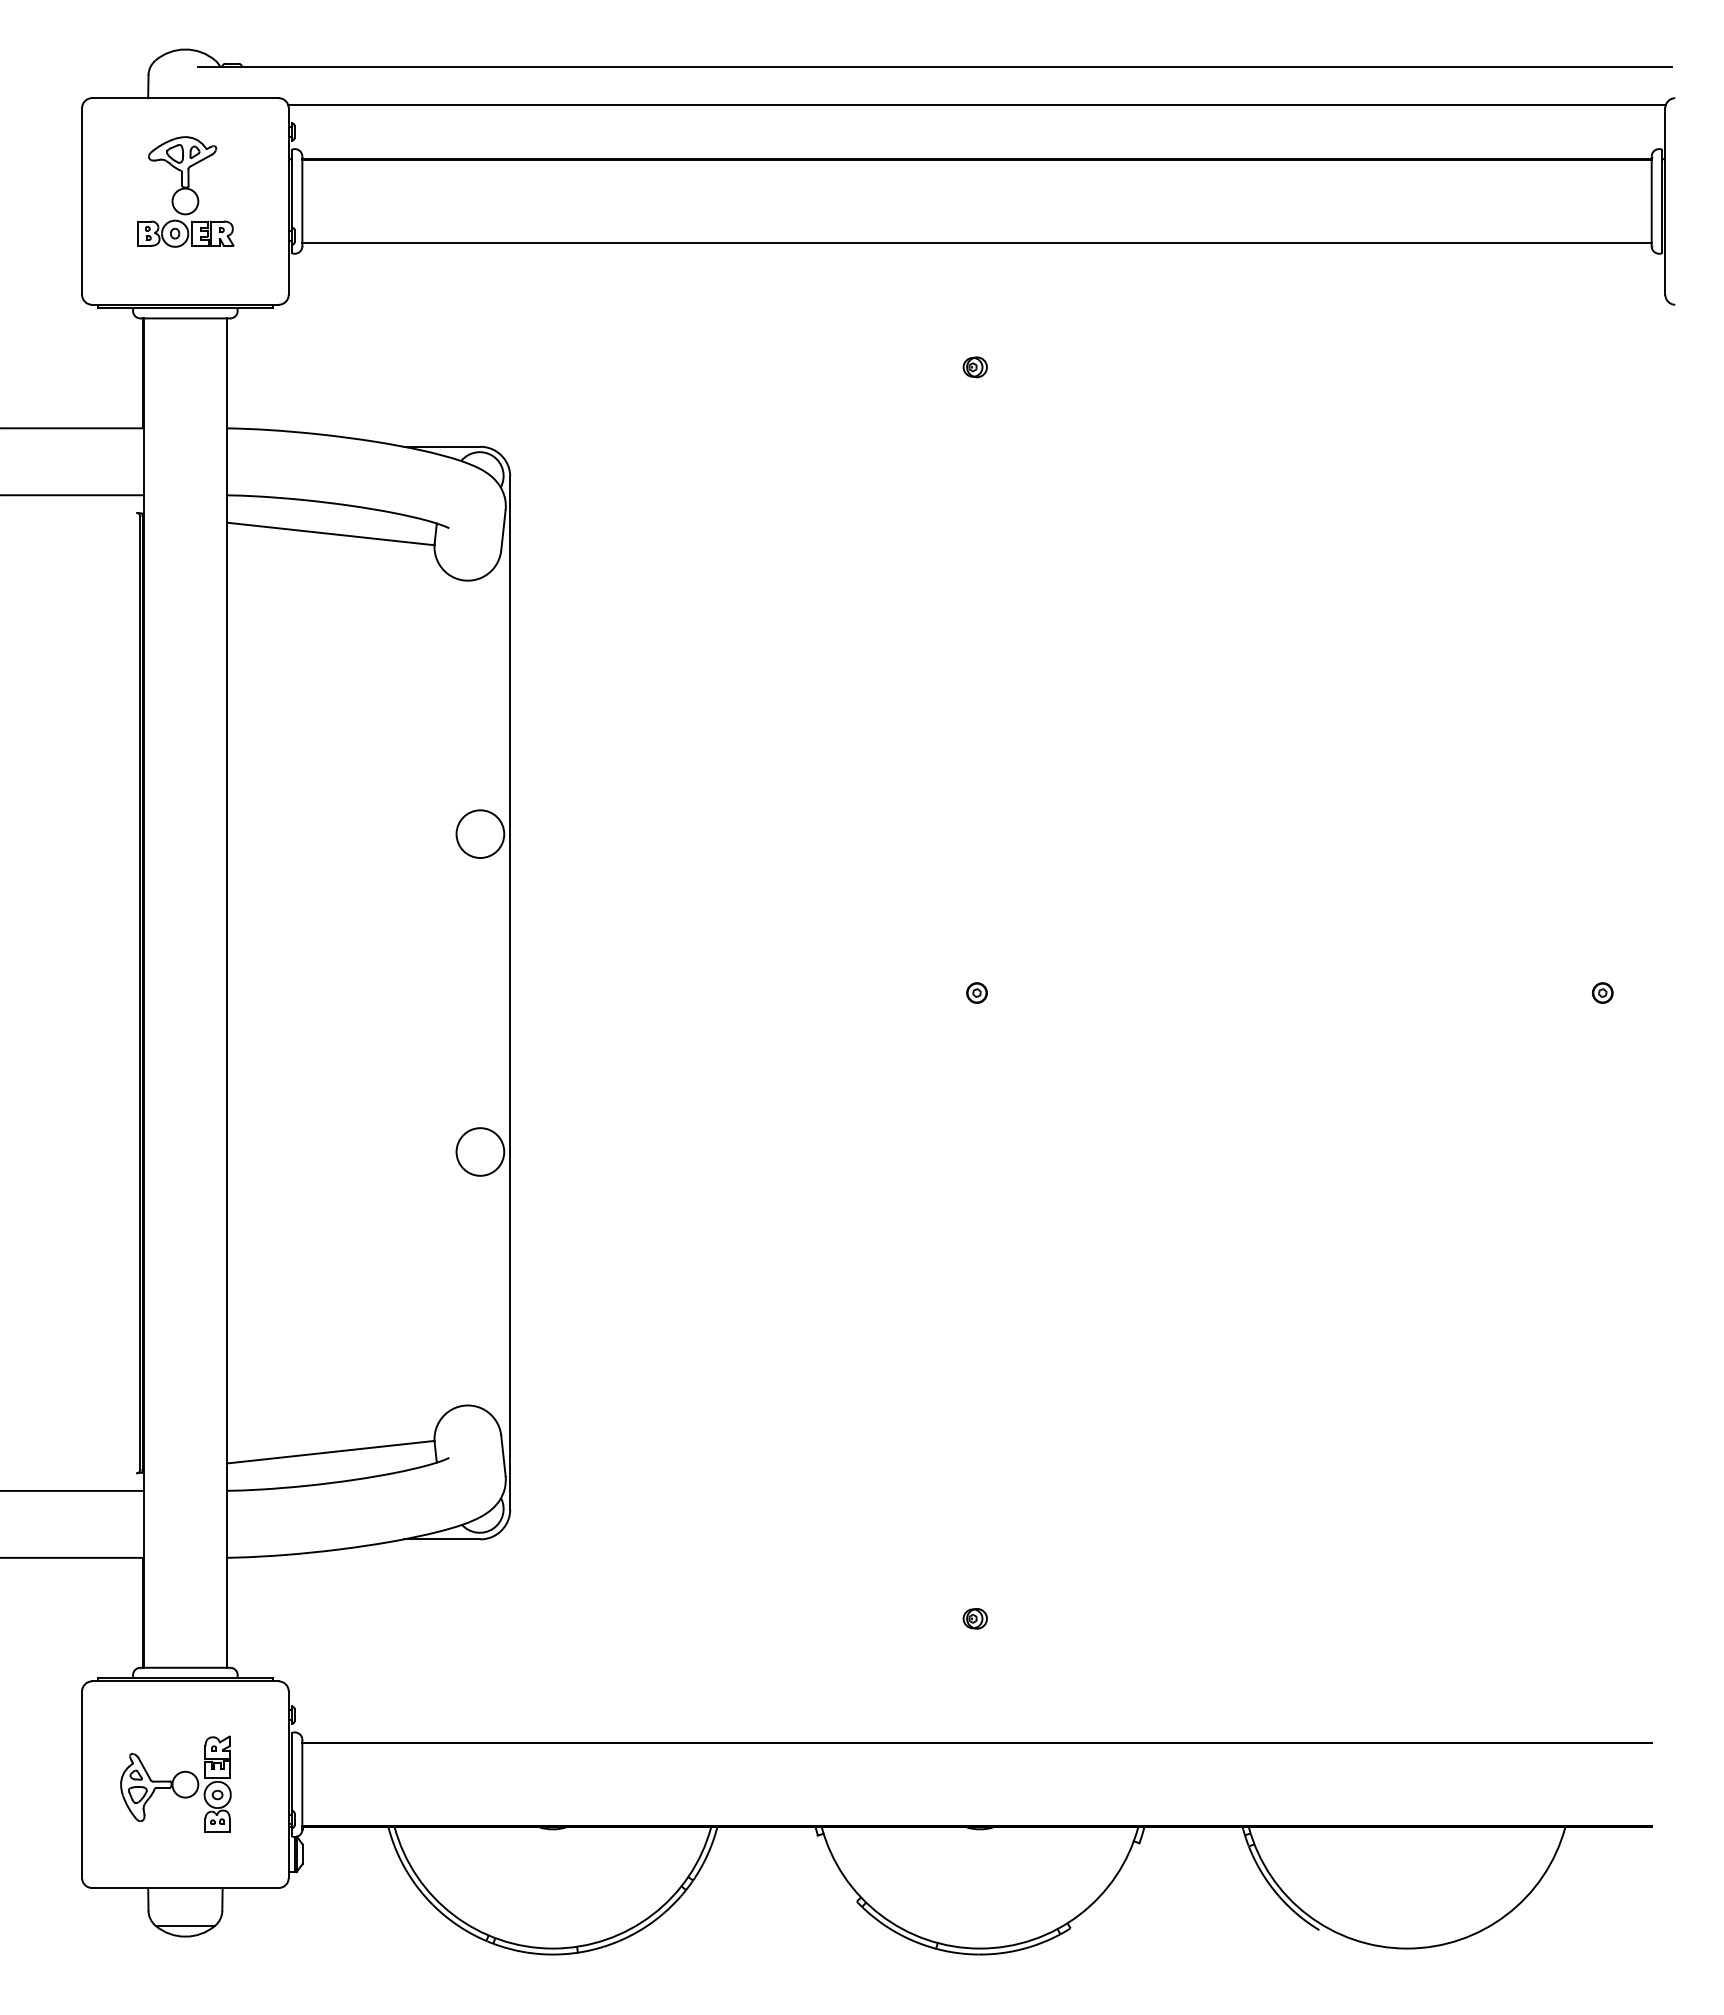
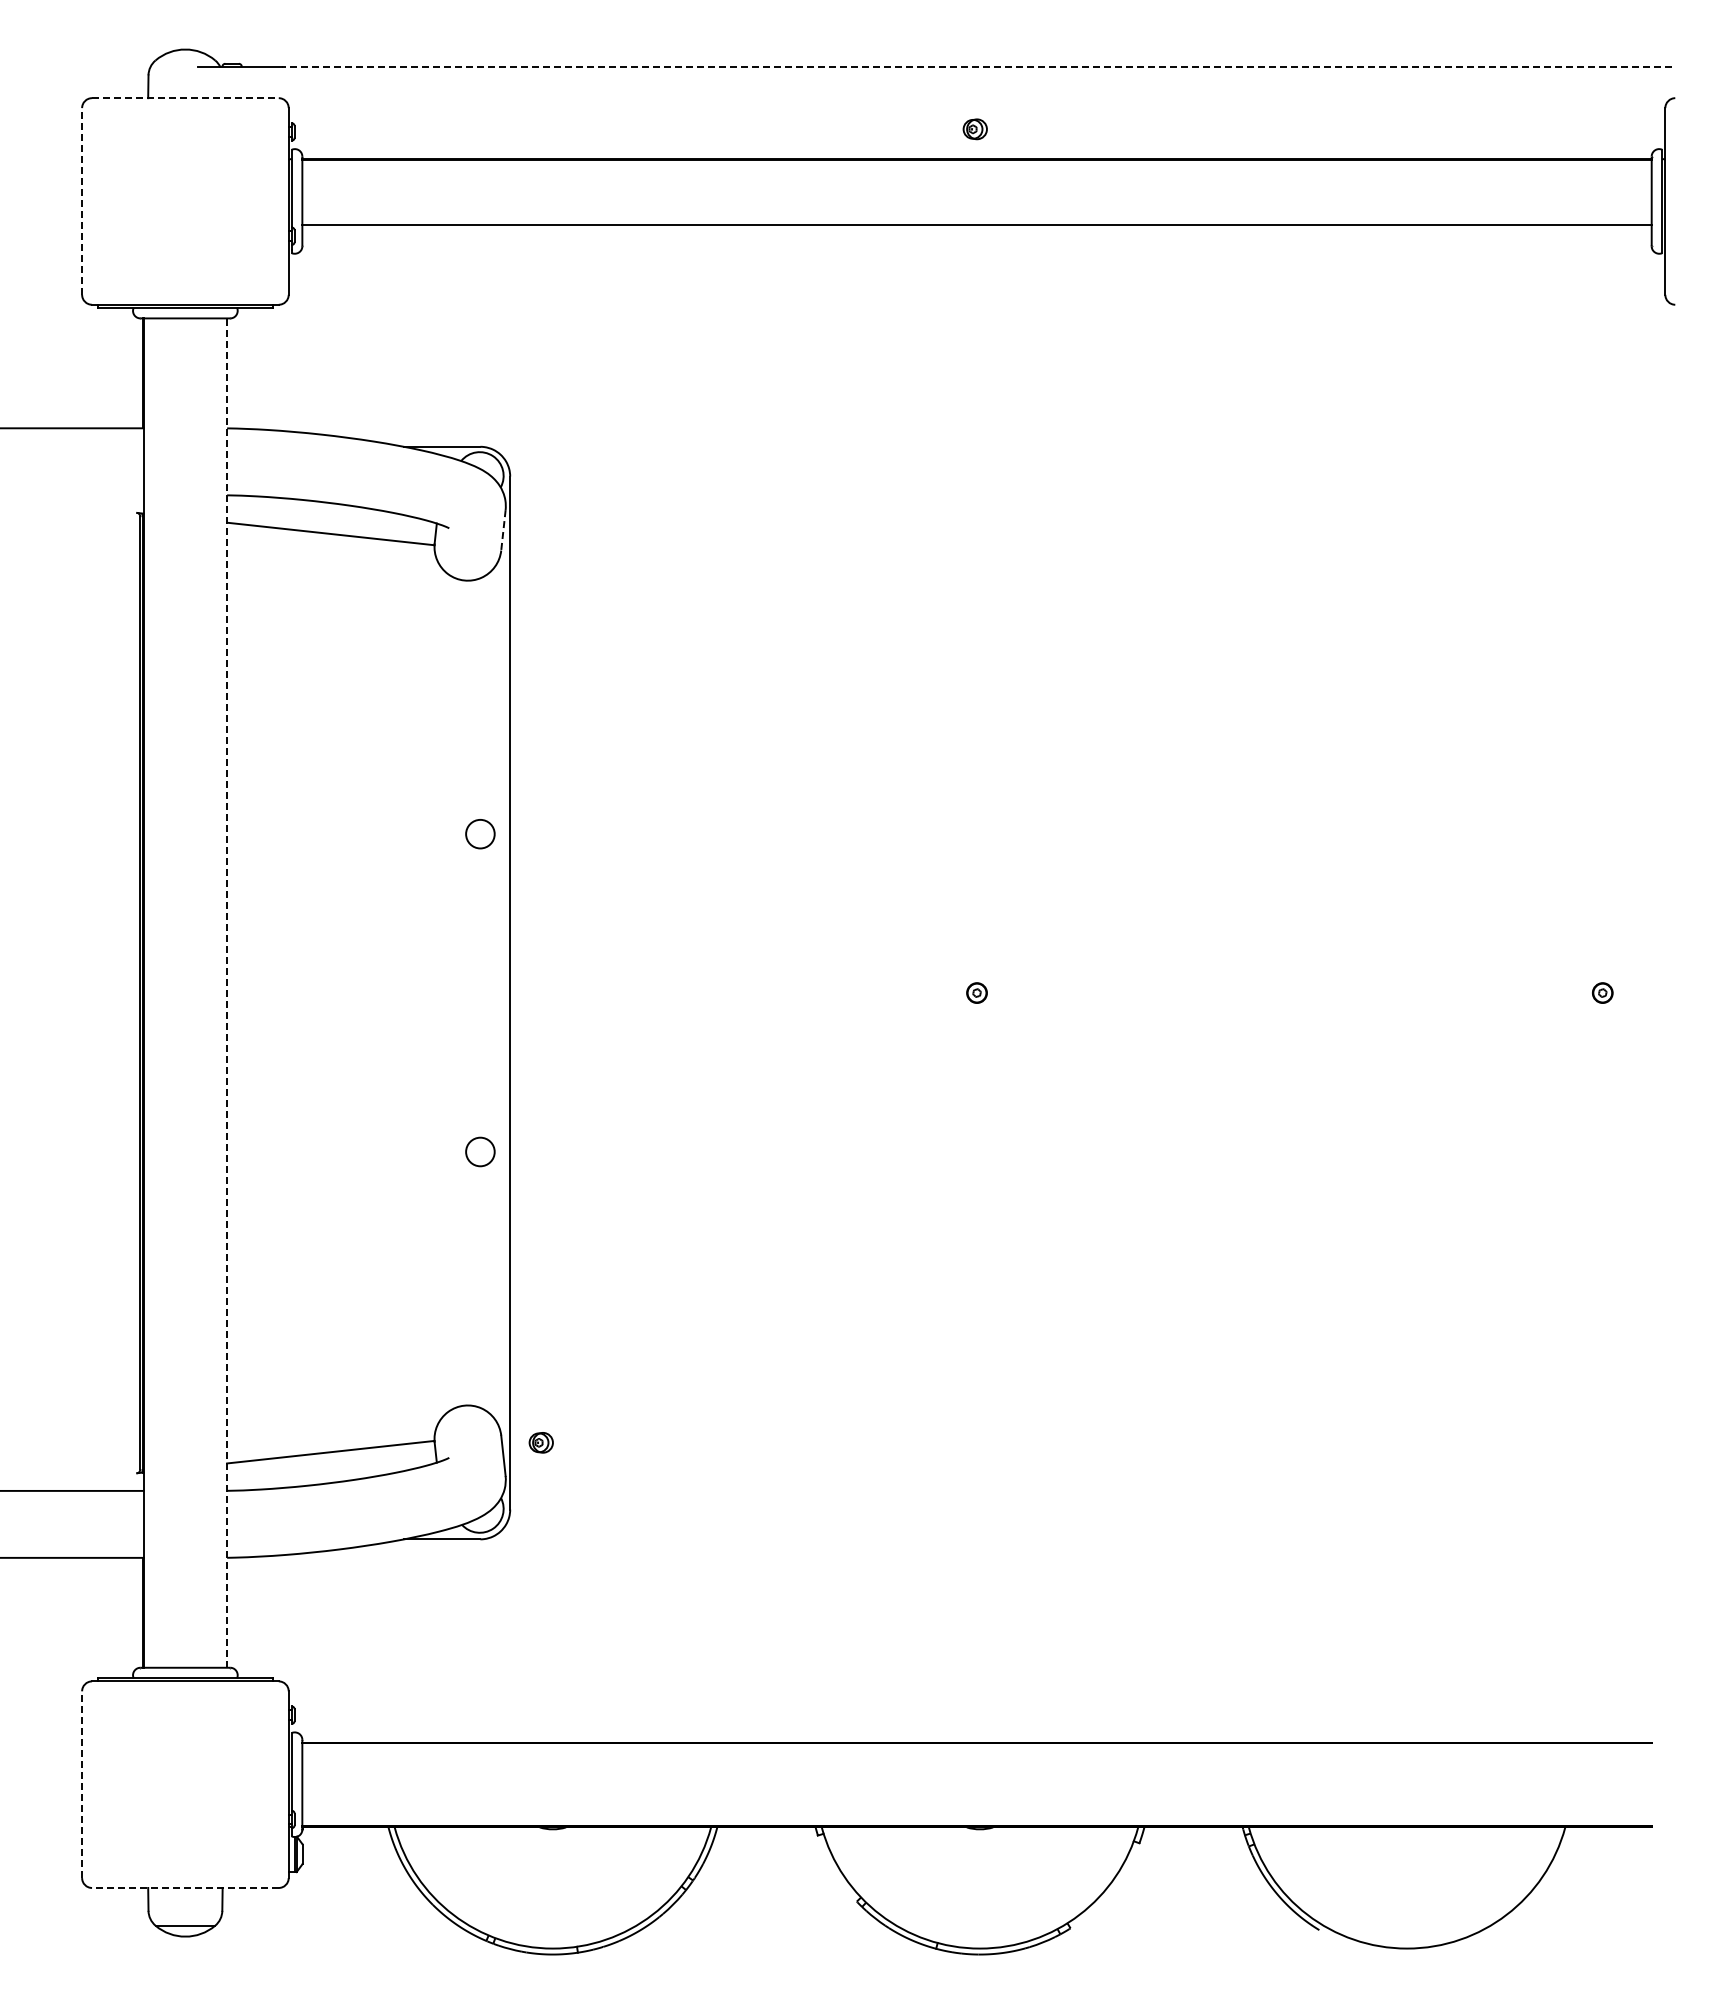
line at (976, 67): solid -> dashed
line at (185, 98): solid -> dashed
line at (976, 105): present -> none
part at (185, 191): present -> none
line at (82, 200): solid -> dashed
line at (976, 243) position: (976, 243) -> (976, 225)
part at (974, 367) position: (974, 367) -> (974, 129)
line at (72, 495): present -> none
line at (503, 530): solid -> dashed
circle at (480, 834) diameter: 48 px -> 29 px
line at (227, 993): solid -> dashed
circle at (480, 1151) diameter: 48 px -> 29 px
part at (974, 1618) position: (974, 1618) -> (540, 1442)
part at (175, 1783): present -> none
line at (82, 1784): solid -> dashed
line at (184, 1887): solid -> dashed
